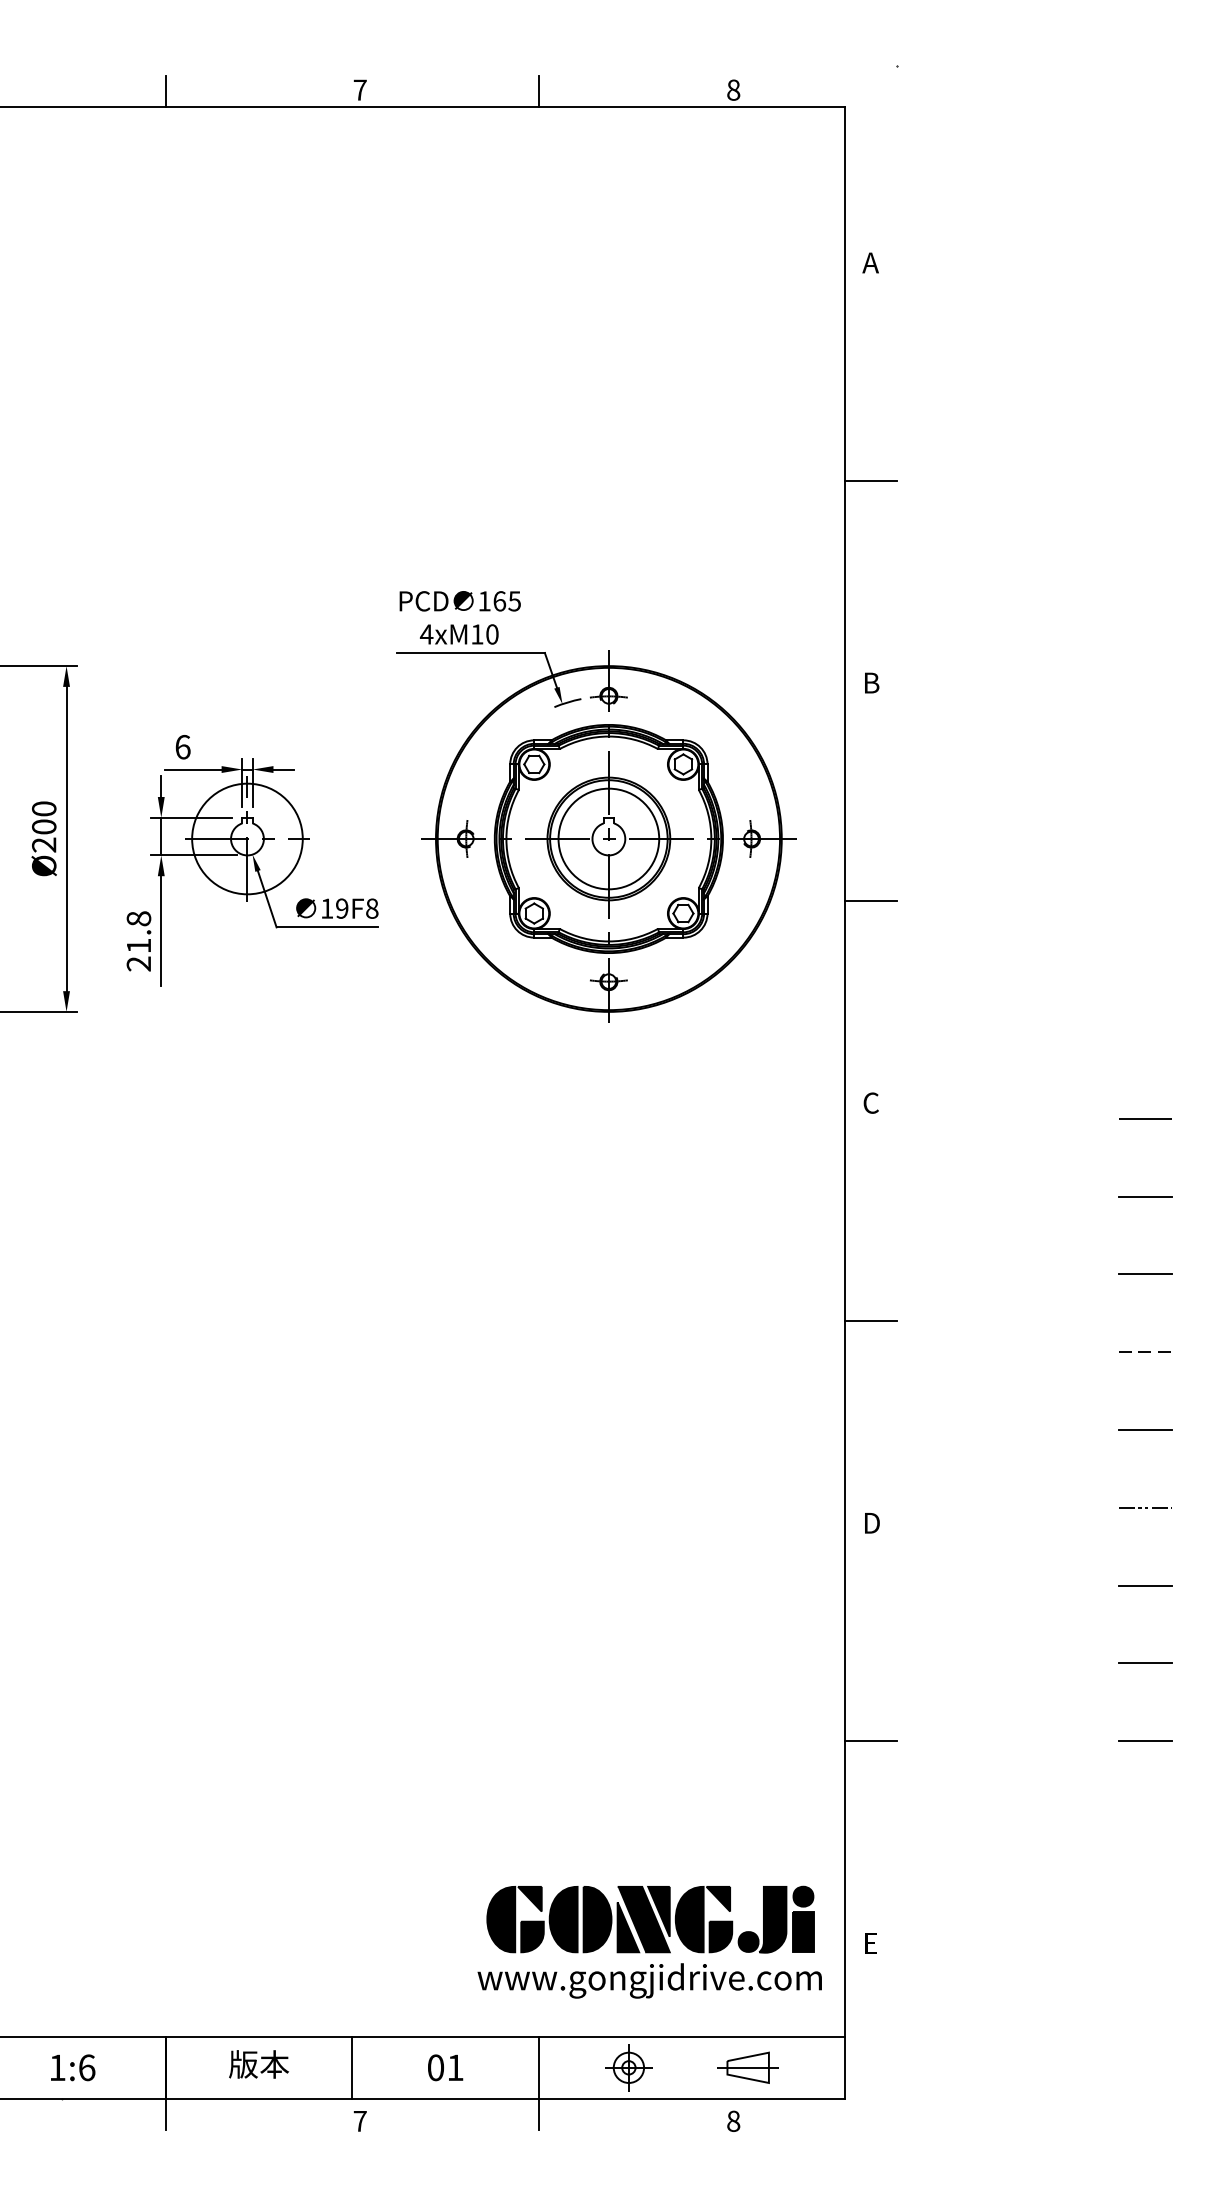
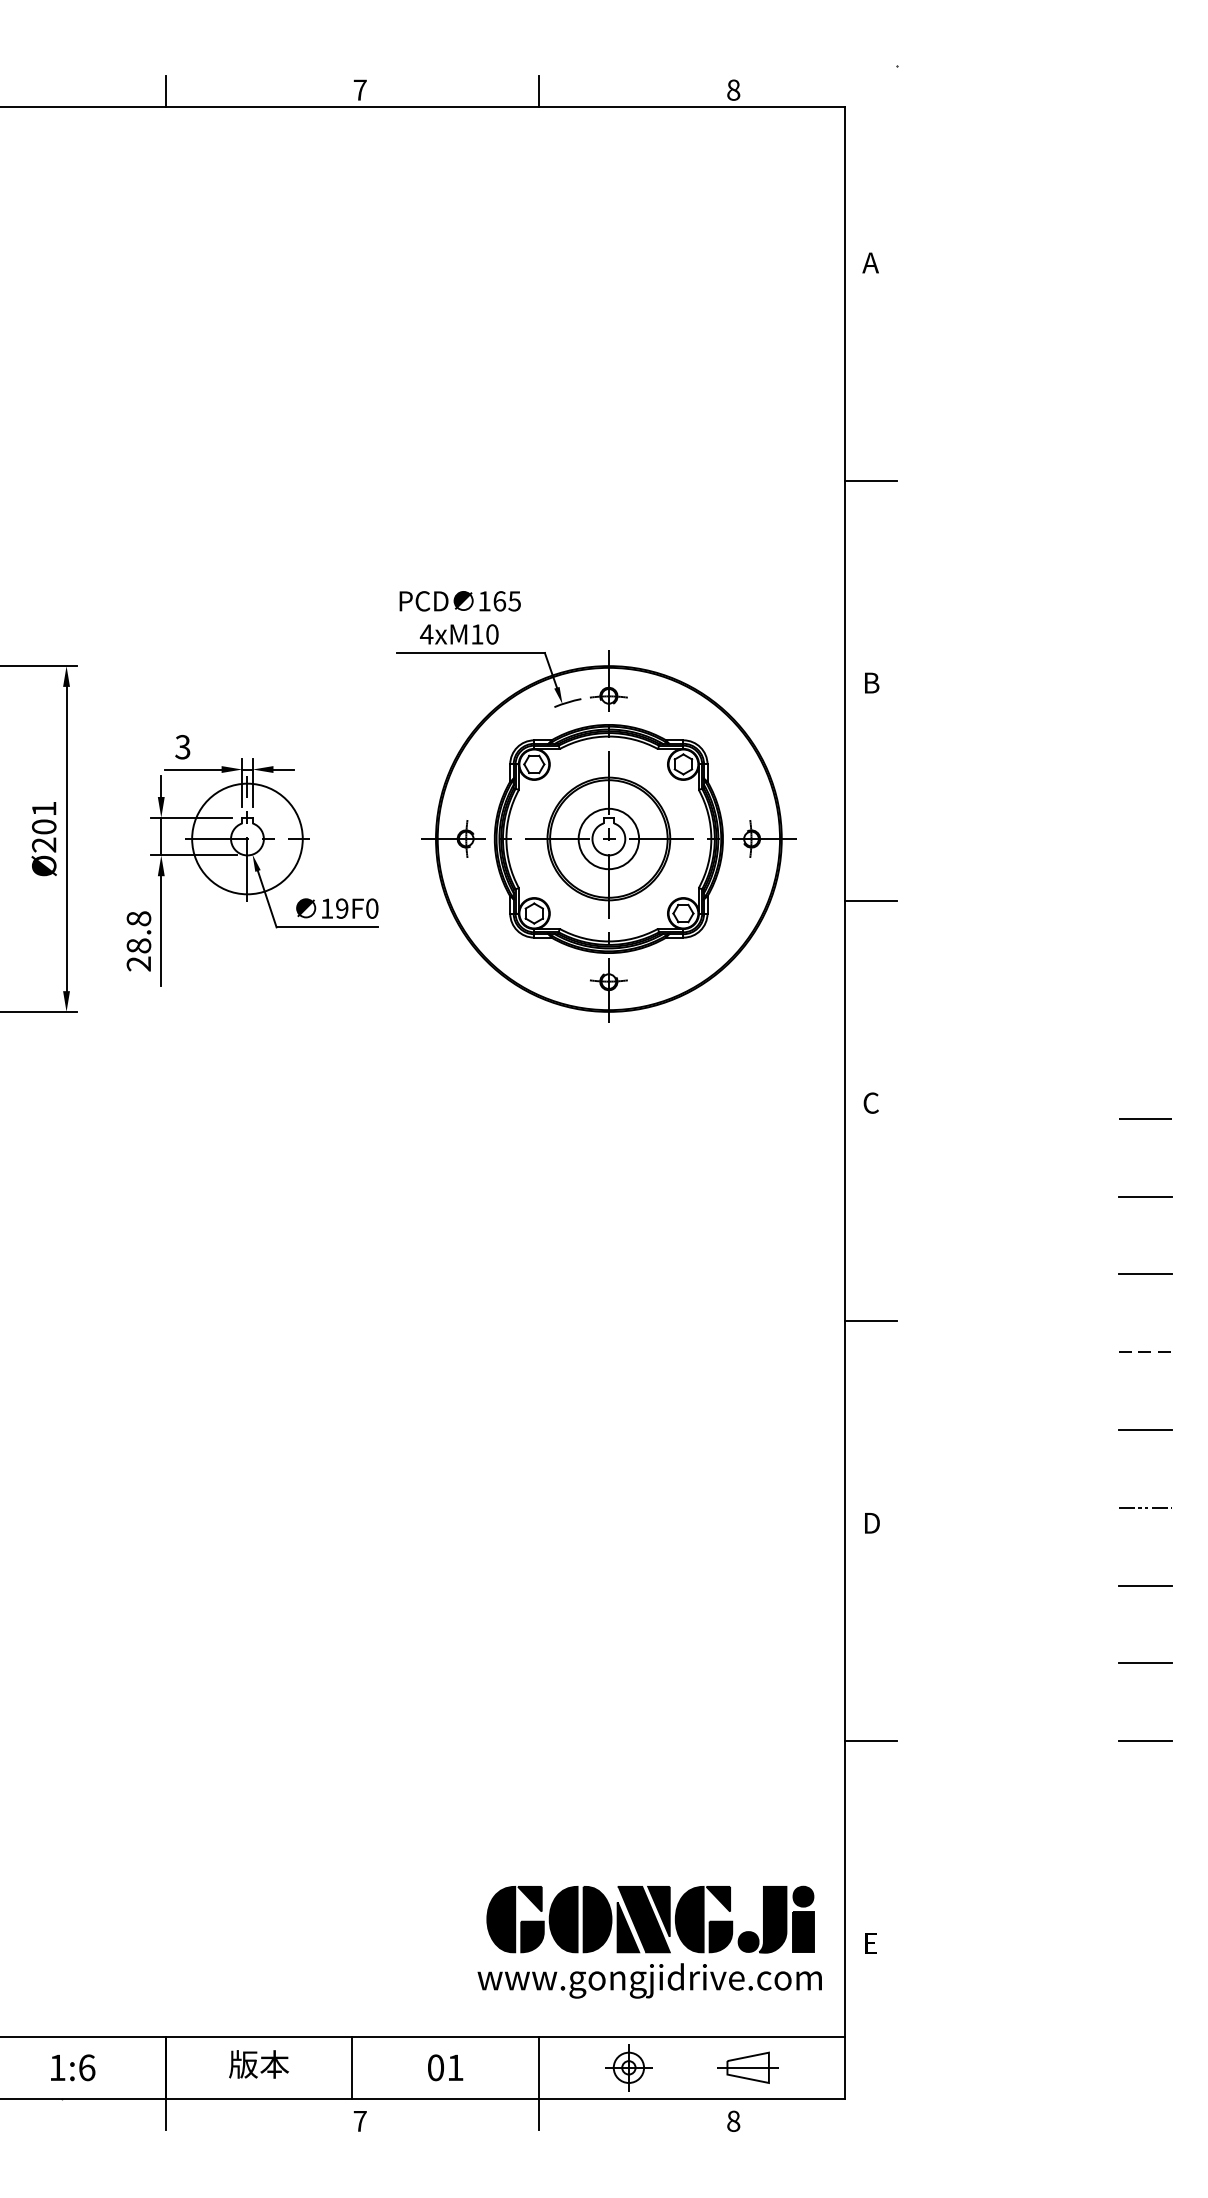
text at (182, 746): 6 -> 3
text at (44, 808): Ø200 -> Ø201
circle at (608, 838) diameter: 101 px -> 60 px
text at (372, 908): 19F8 -> 19F0
text at (138, 945): 21.8 -> 28.8
